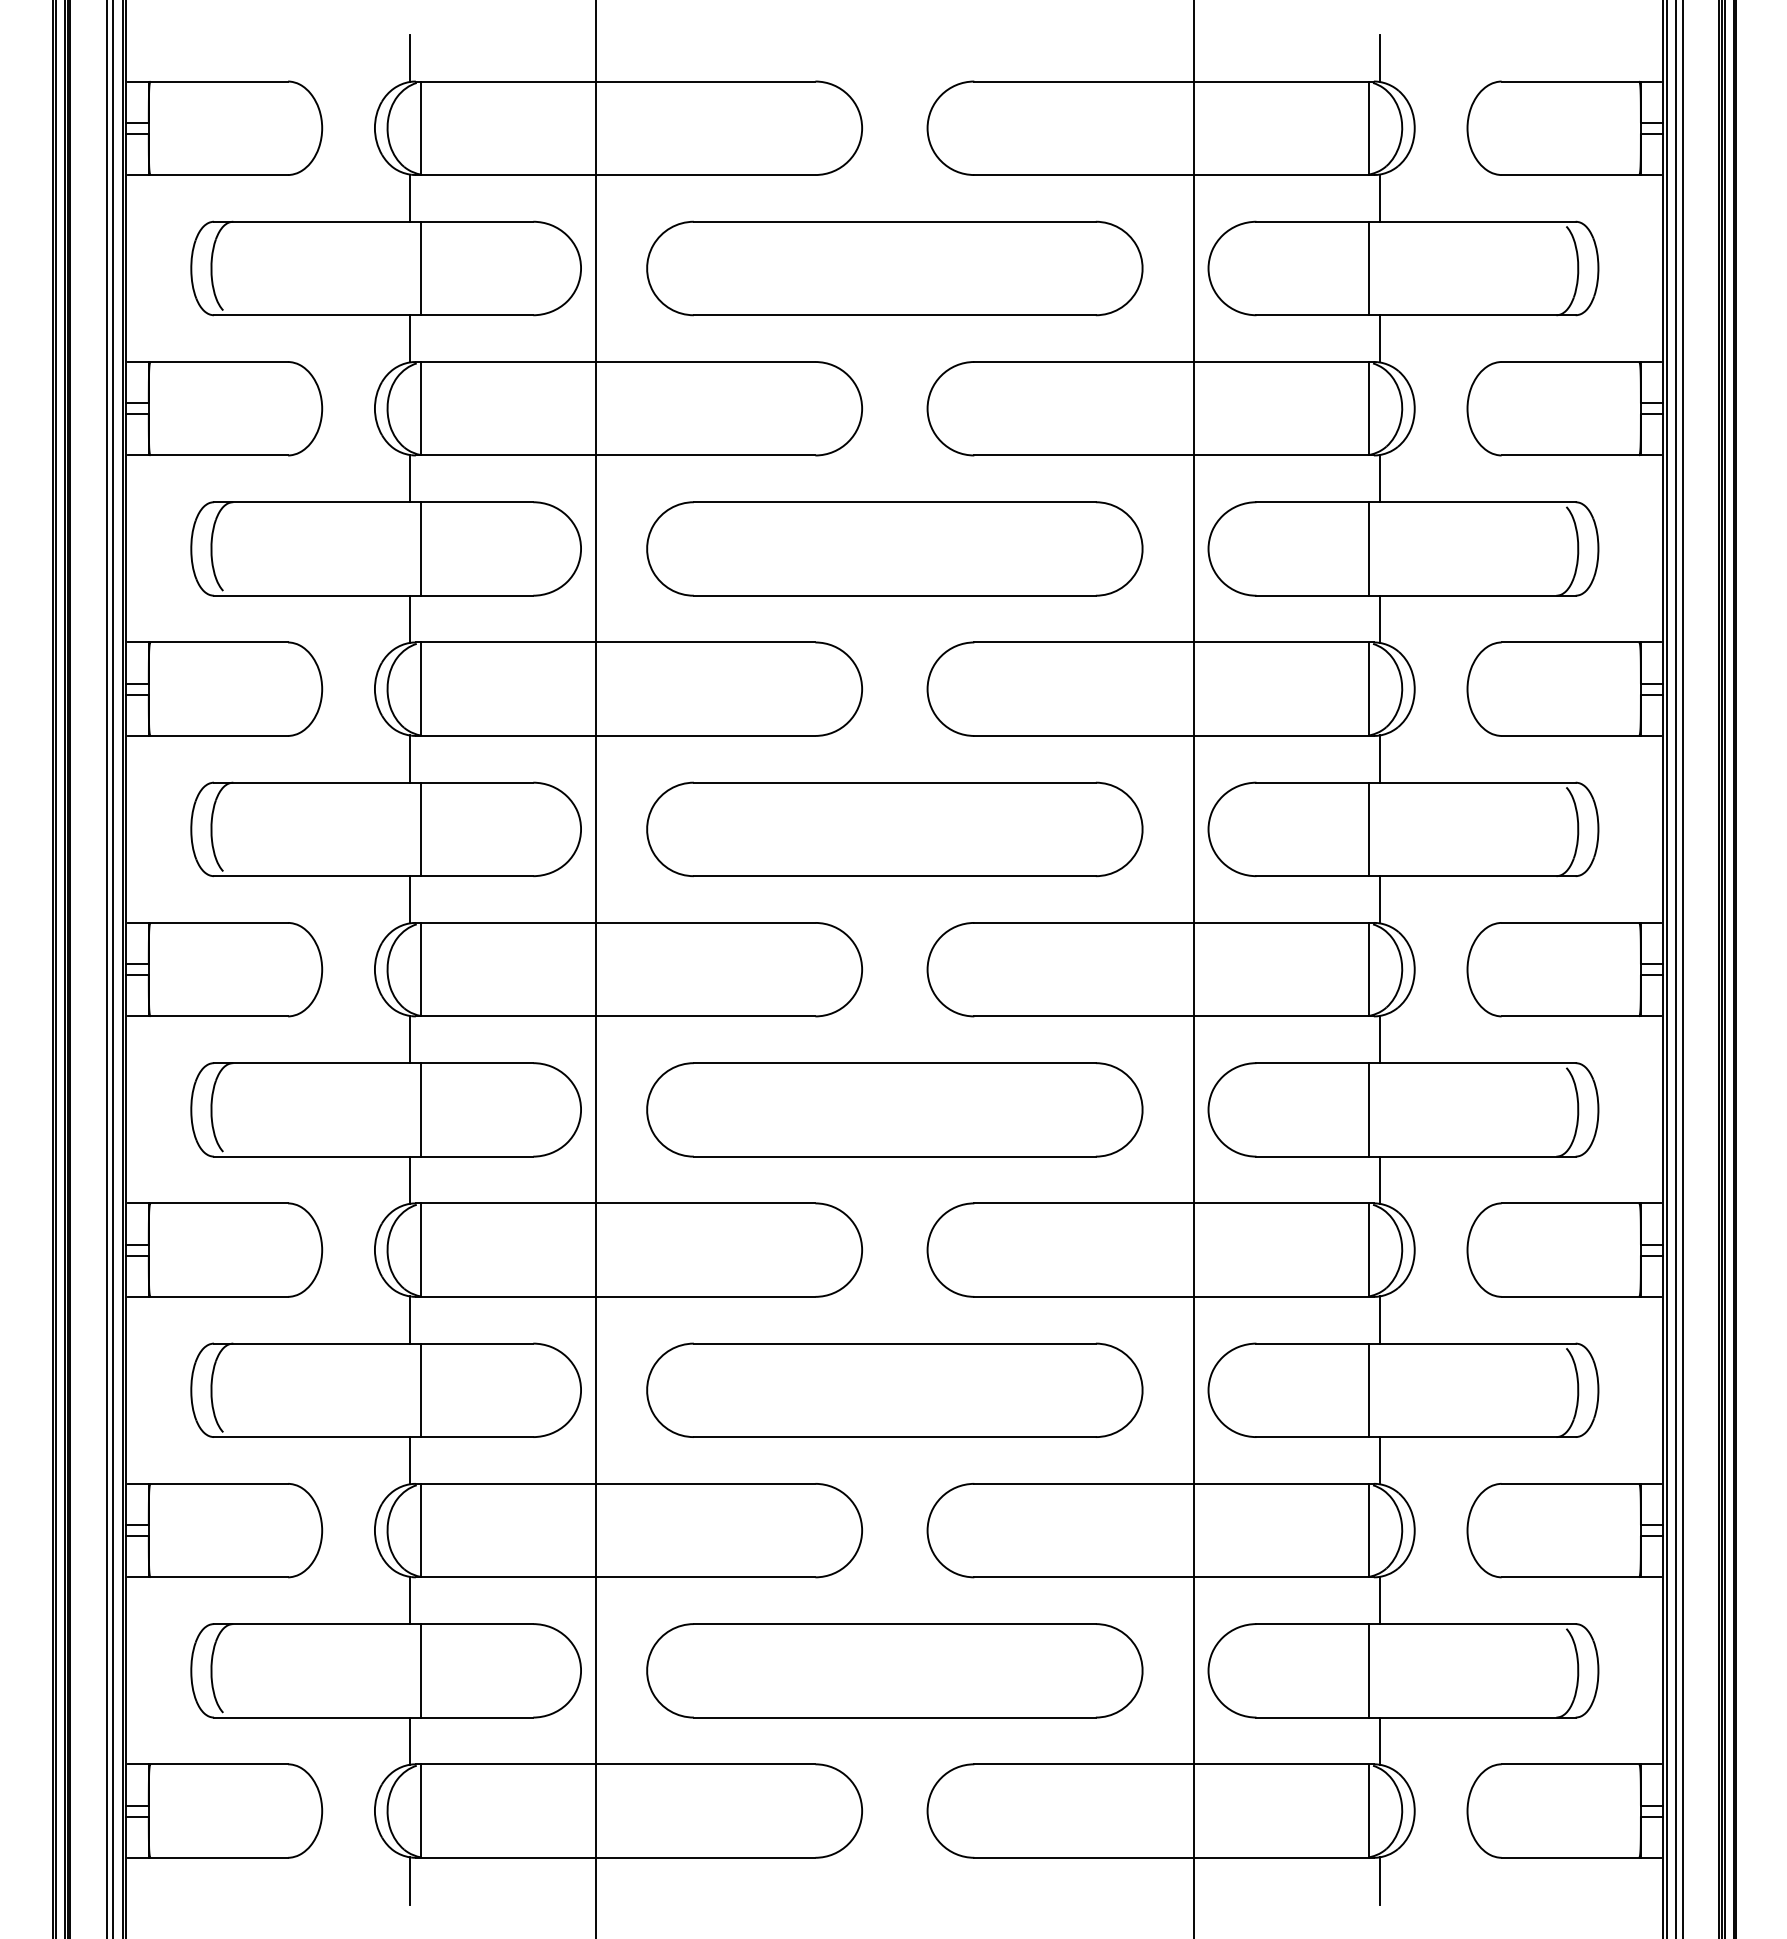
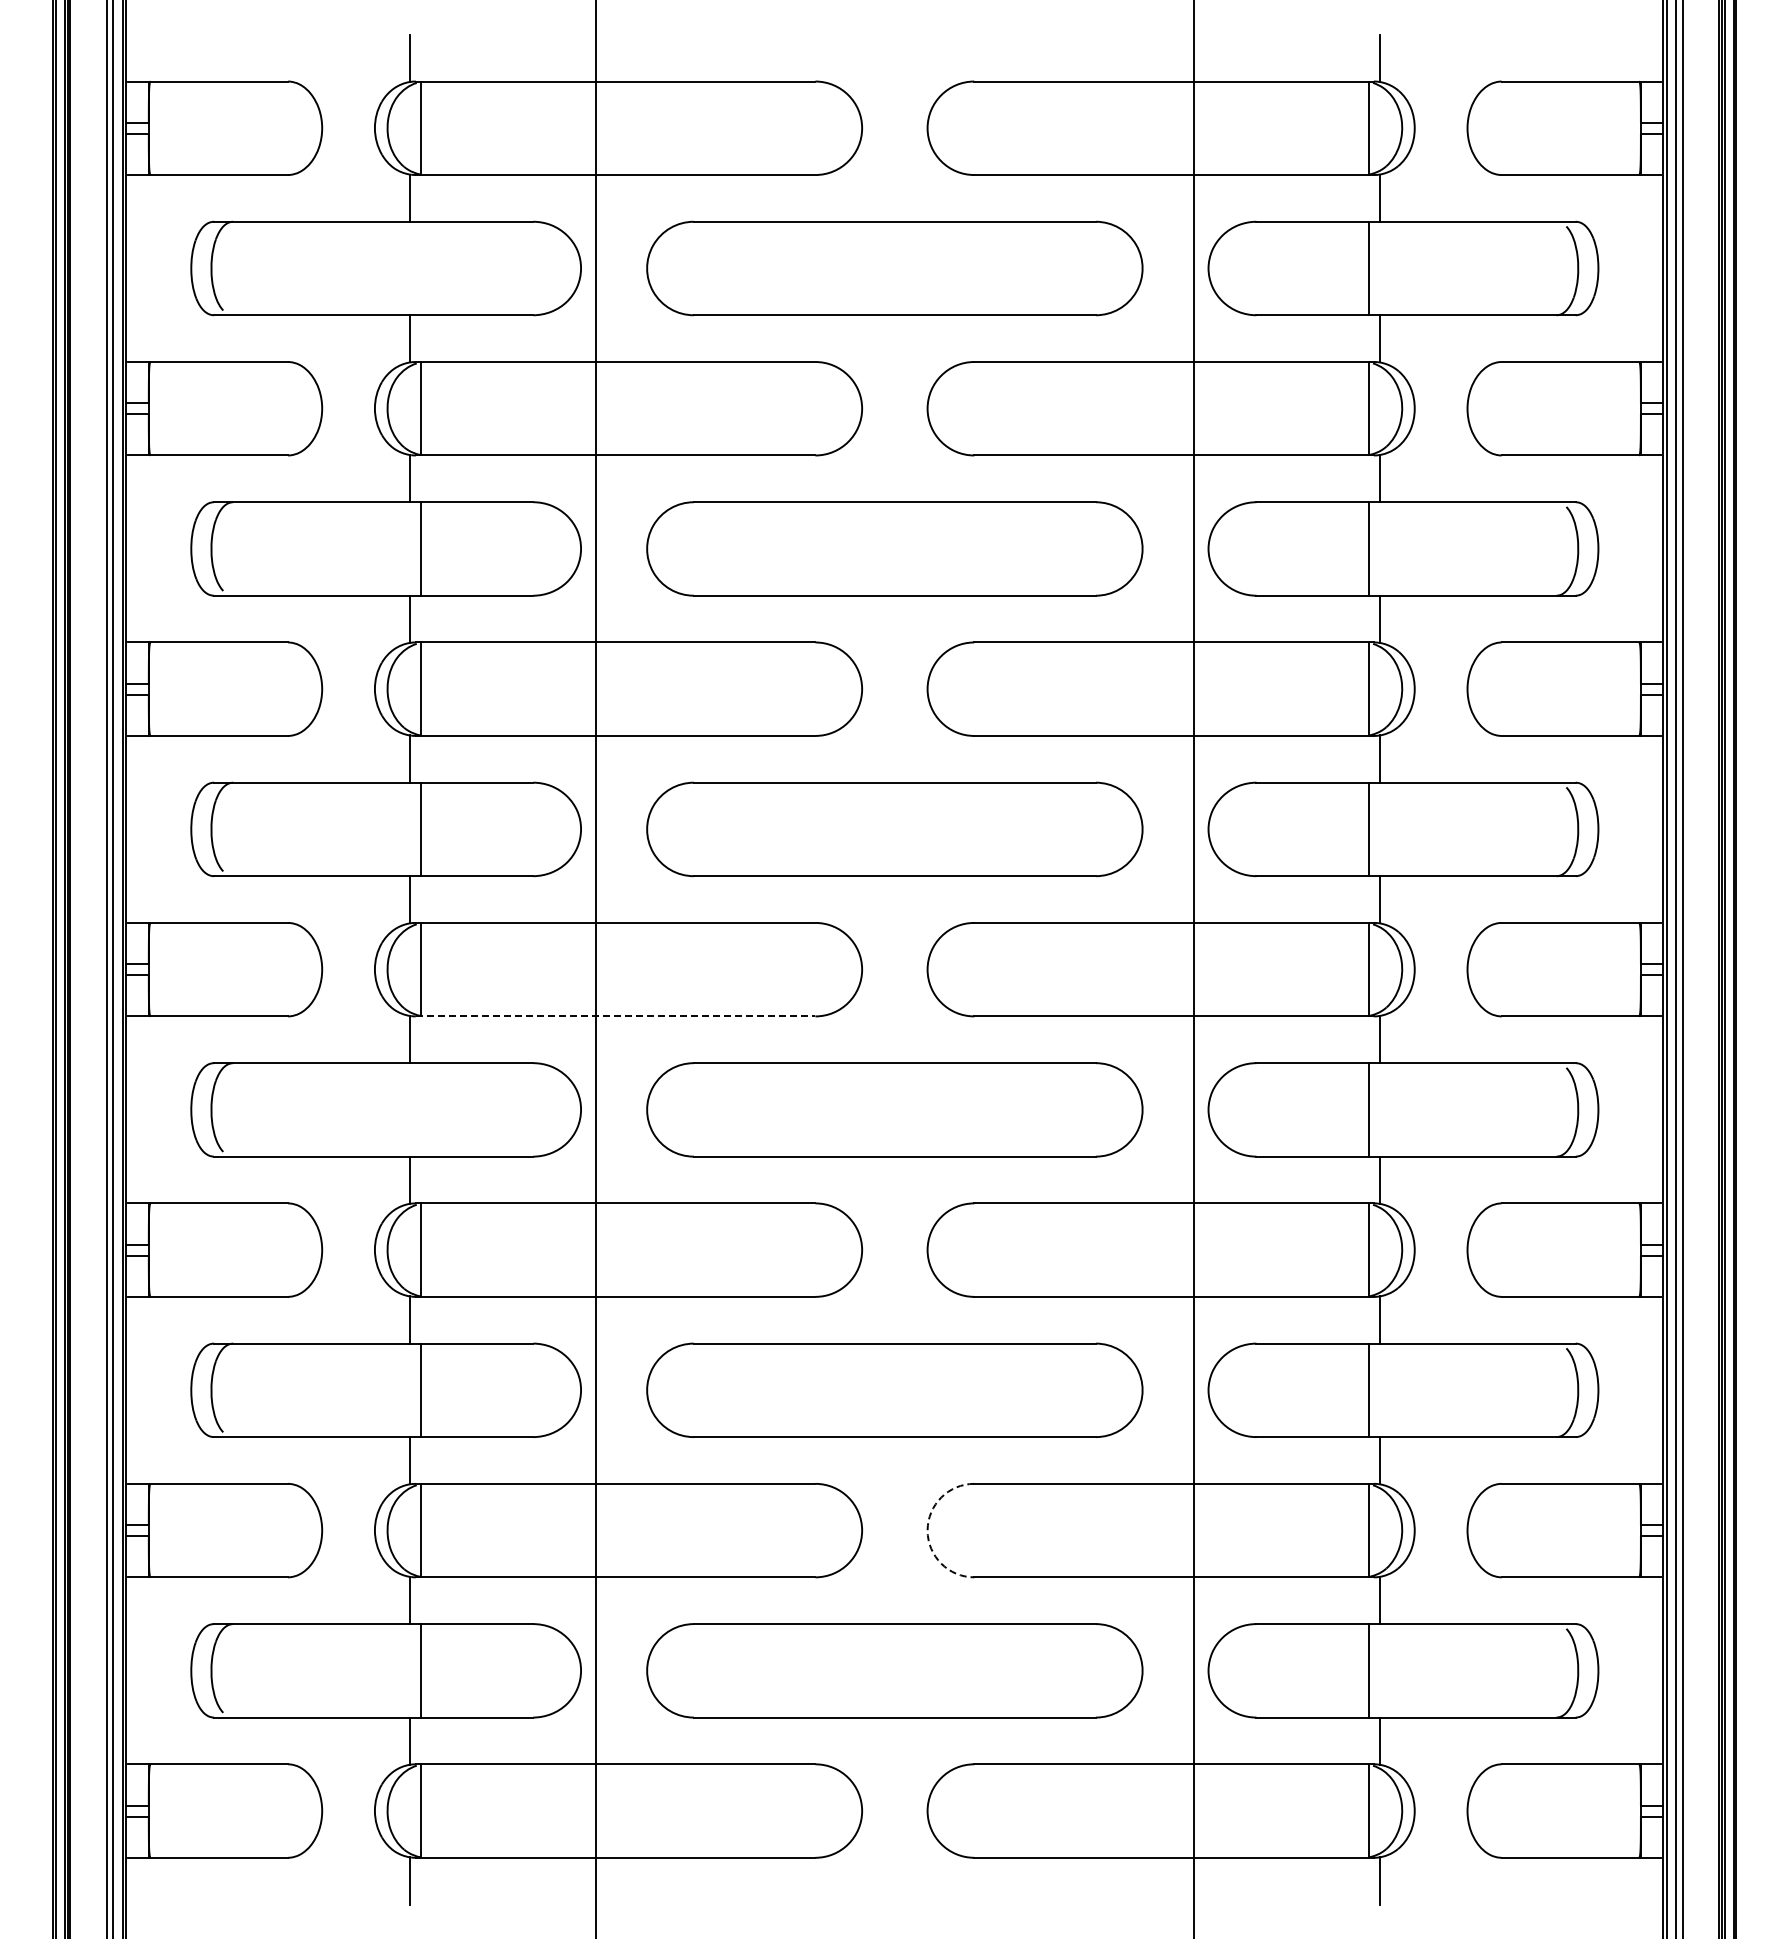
line at (420, 268): present -> none
line at (615, 1016): solid -> dashed
line at (420, 1109): present -> none
arc at (927, 1530): solid -> dashed
